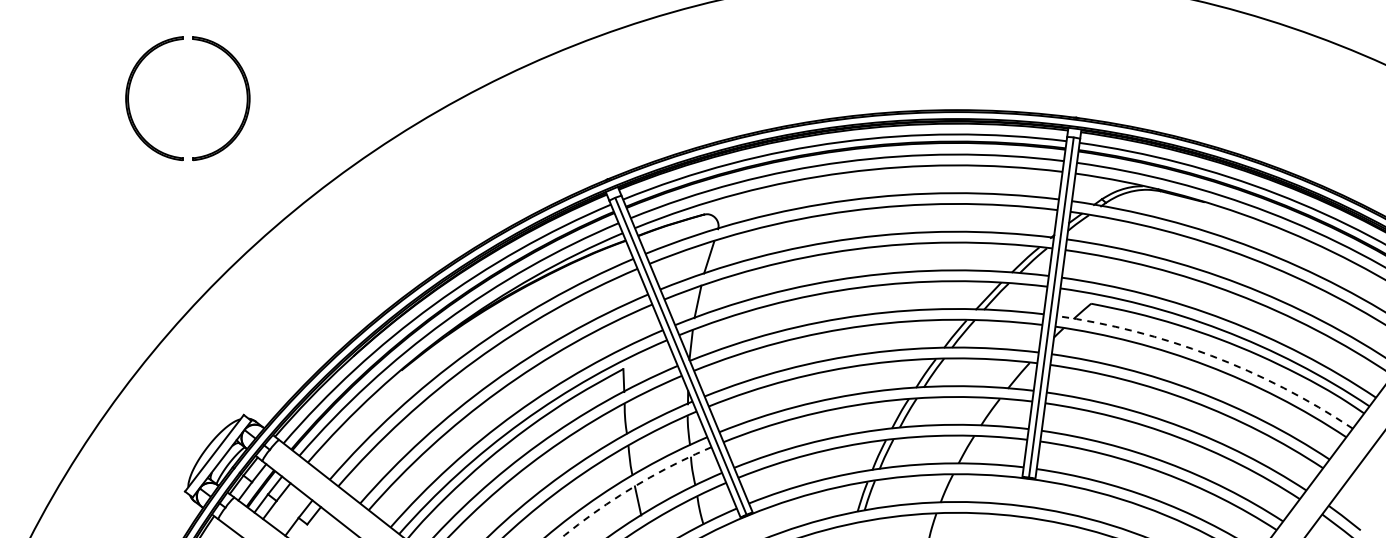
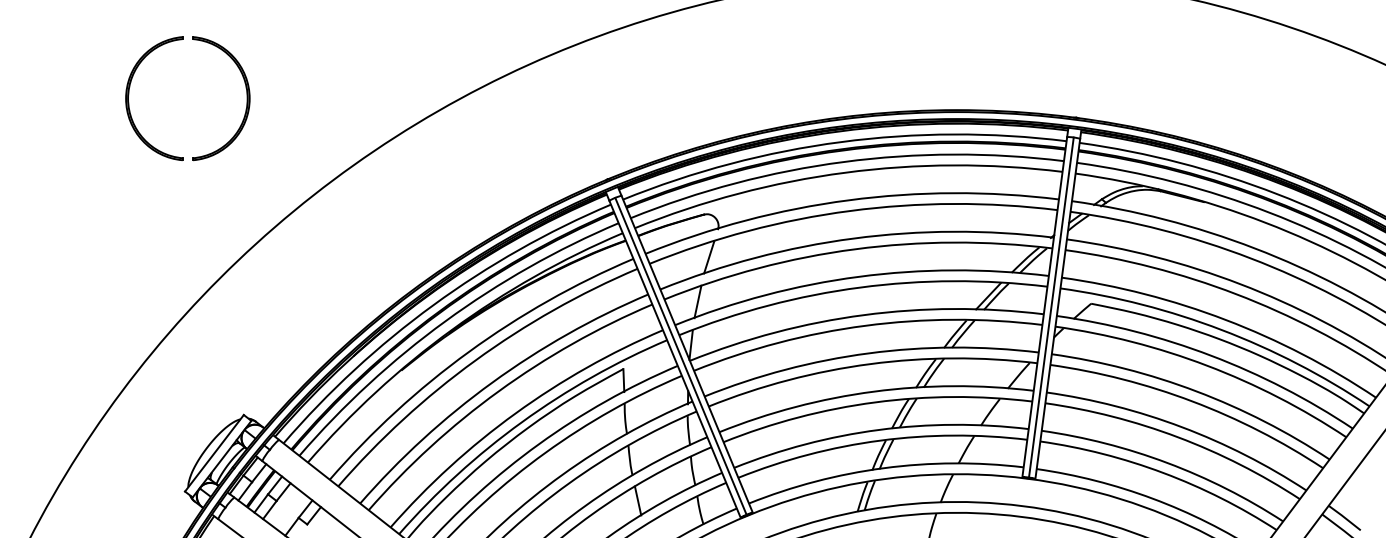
arc at (1211, 355): dashed -> solid
arc at (633, 487): dashed -> solid
